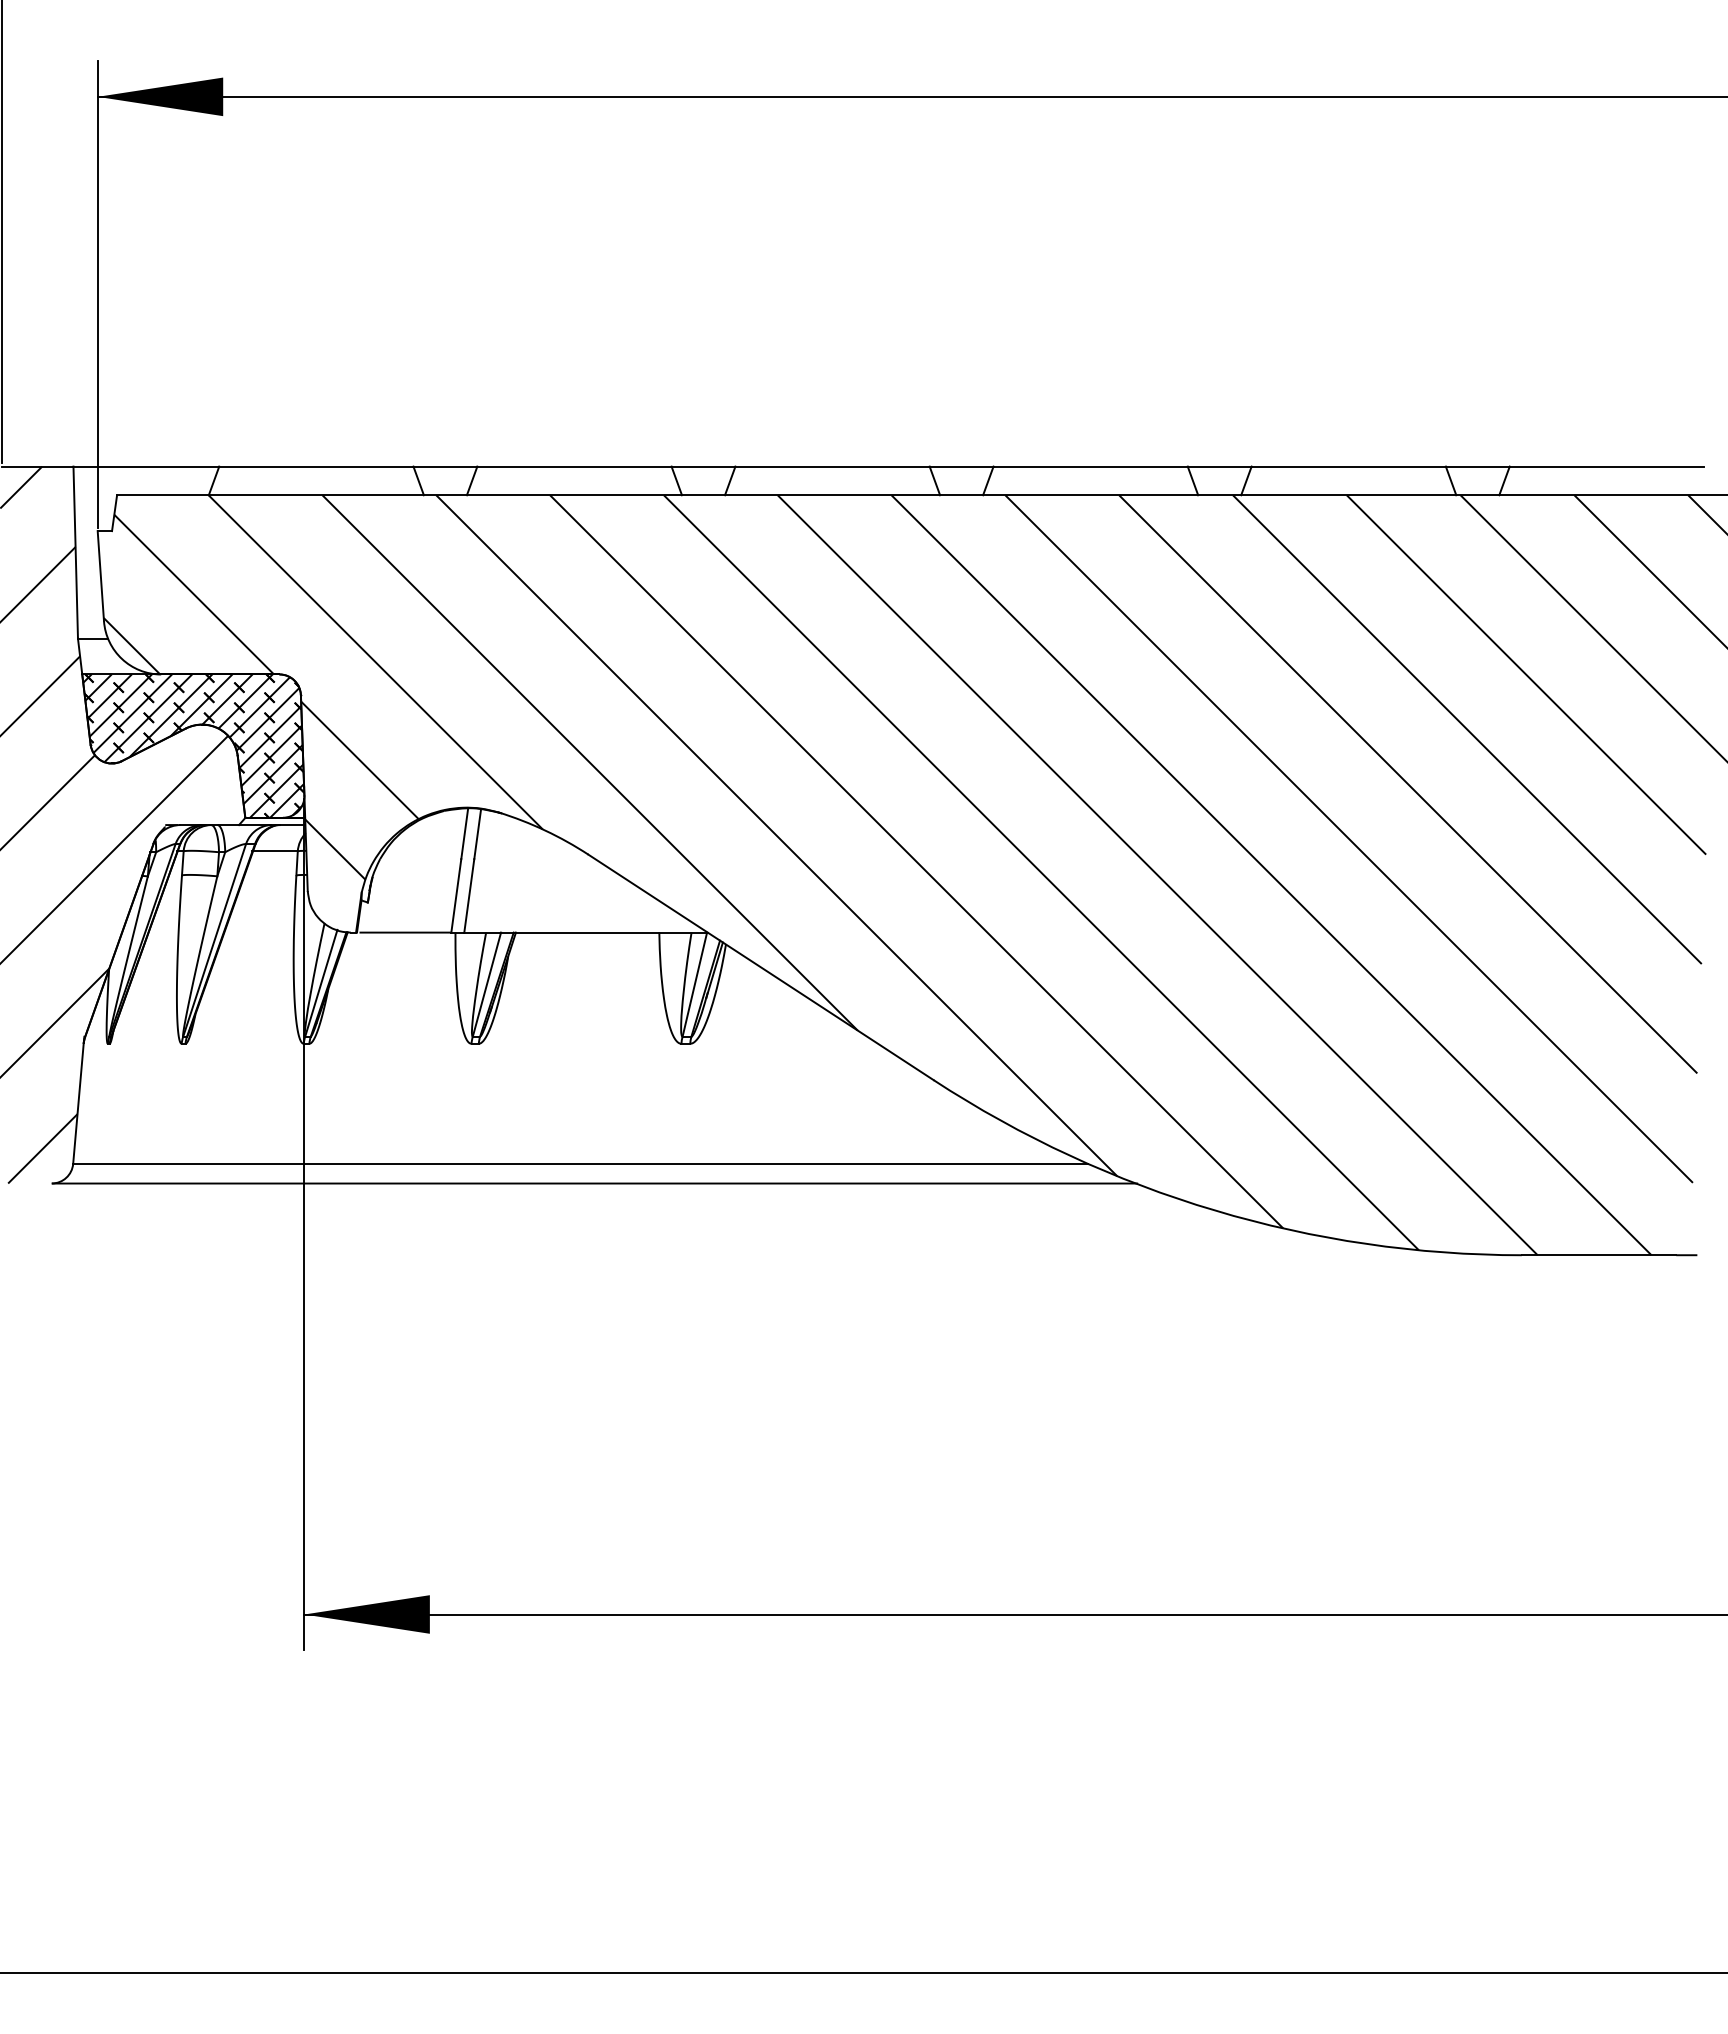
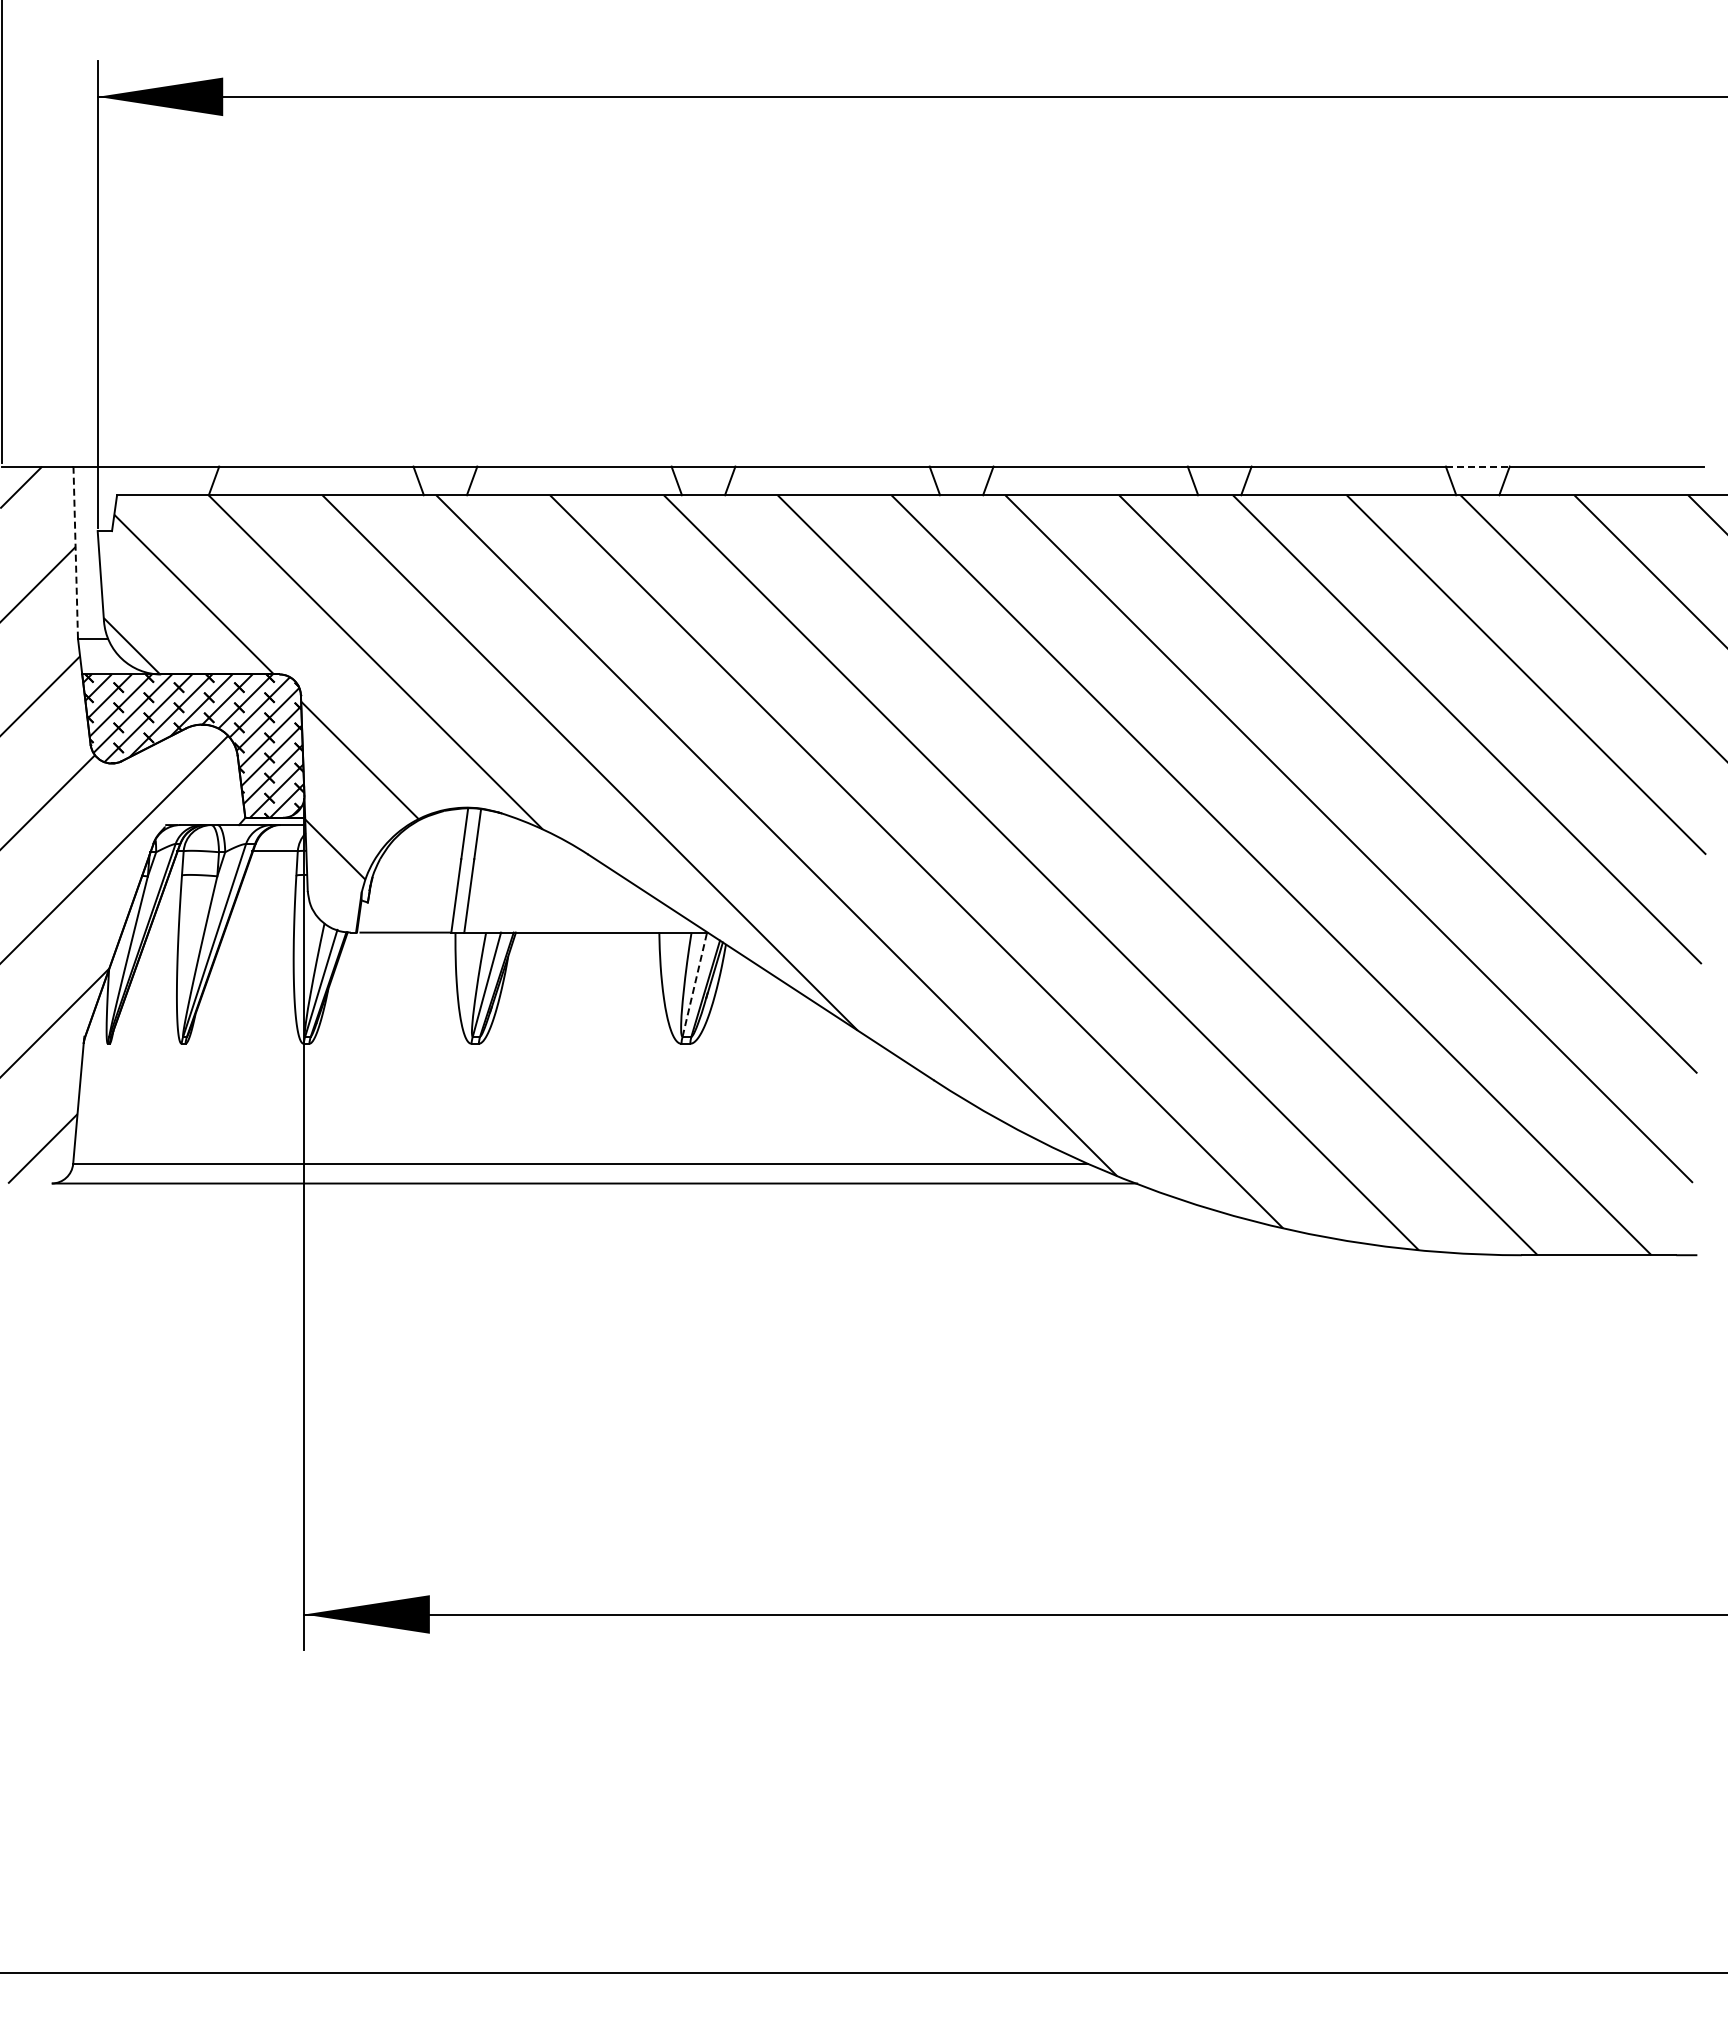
line at (1477, 466): solid -> dashed
line at (75, 552): solid -> dashed
line at (694, 984): solid -> dashed
